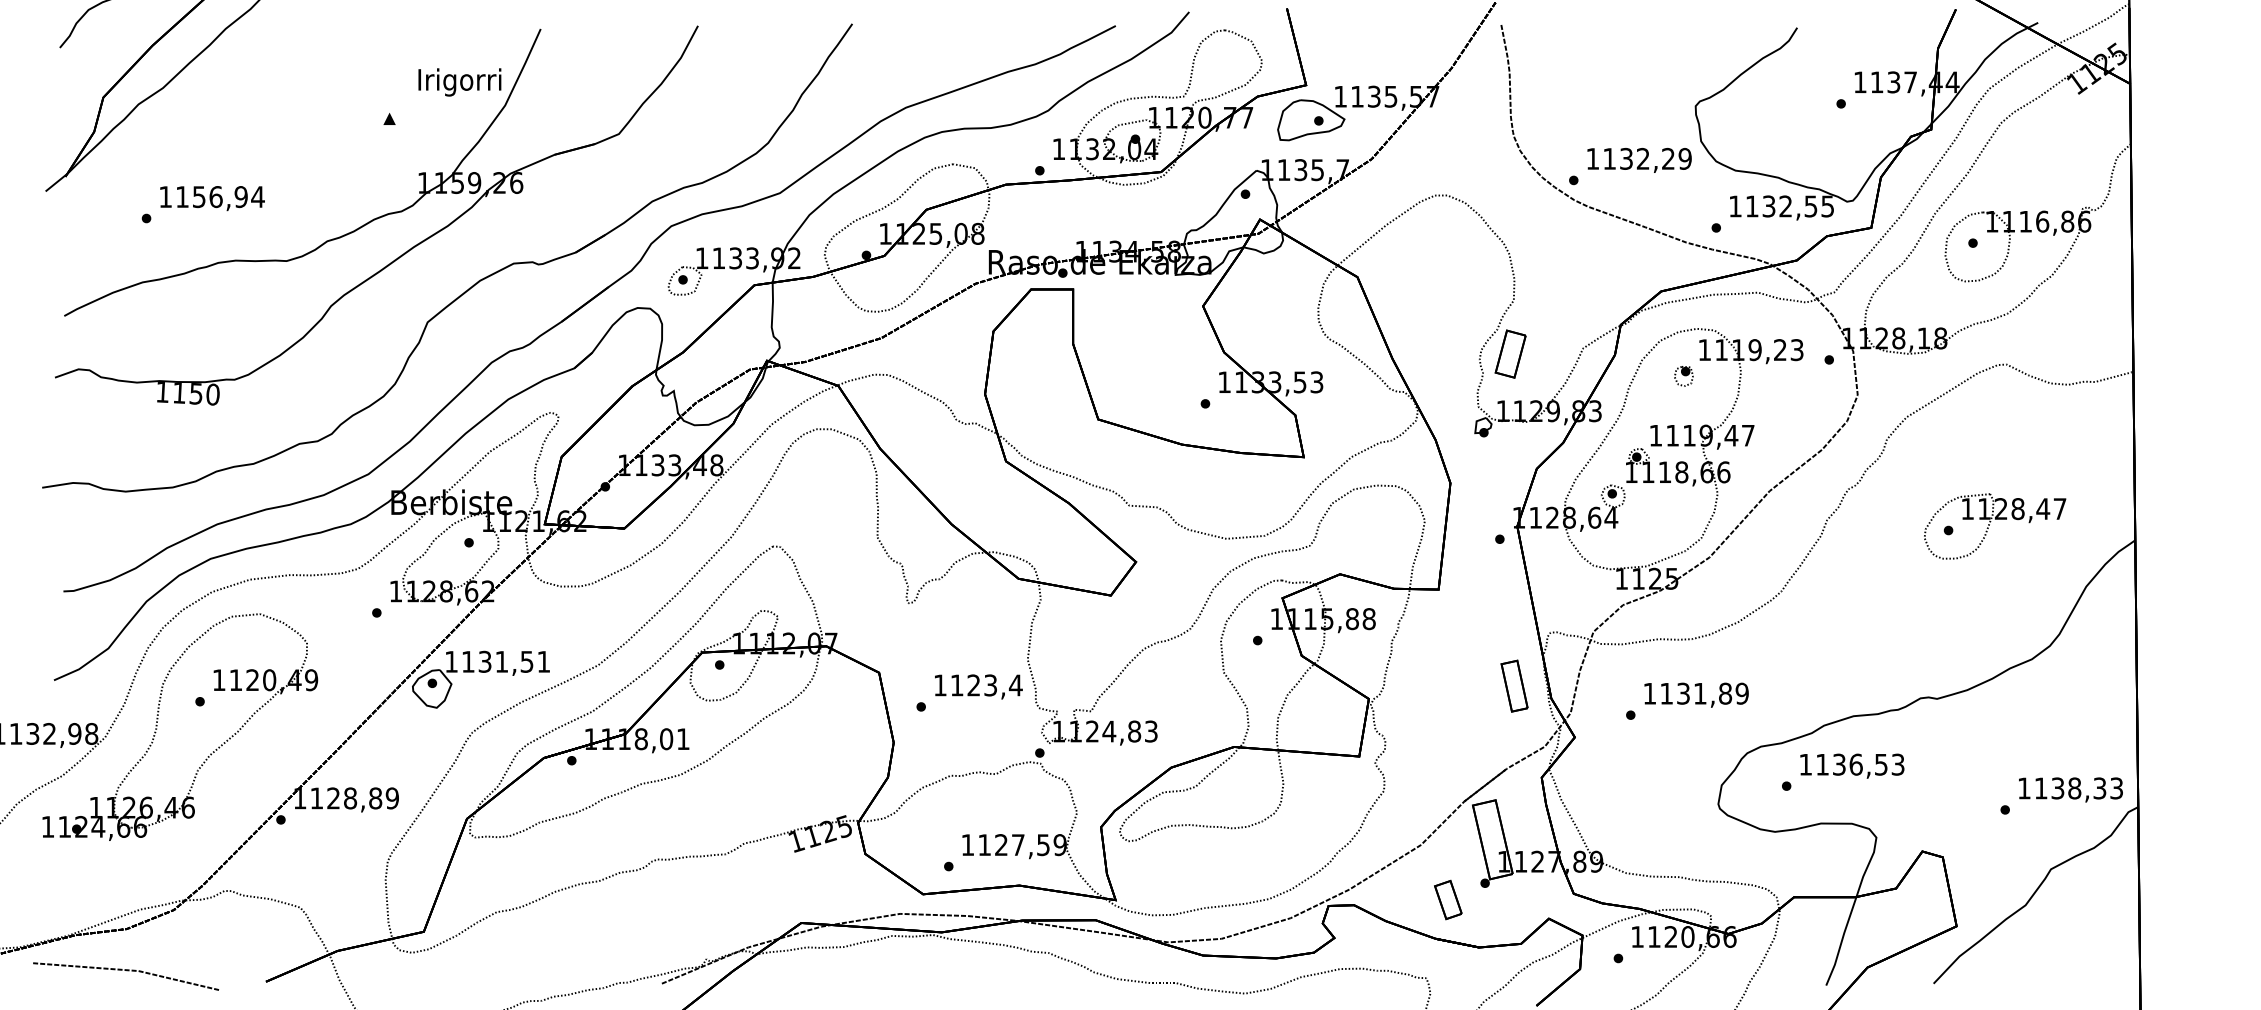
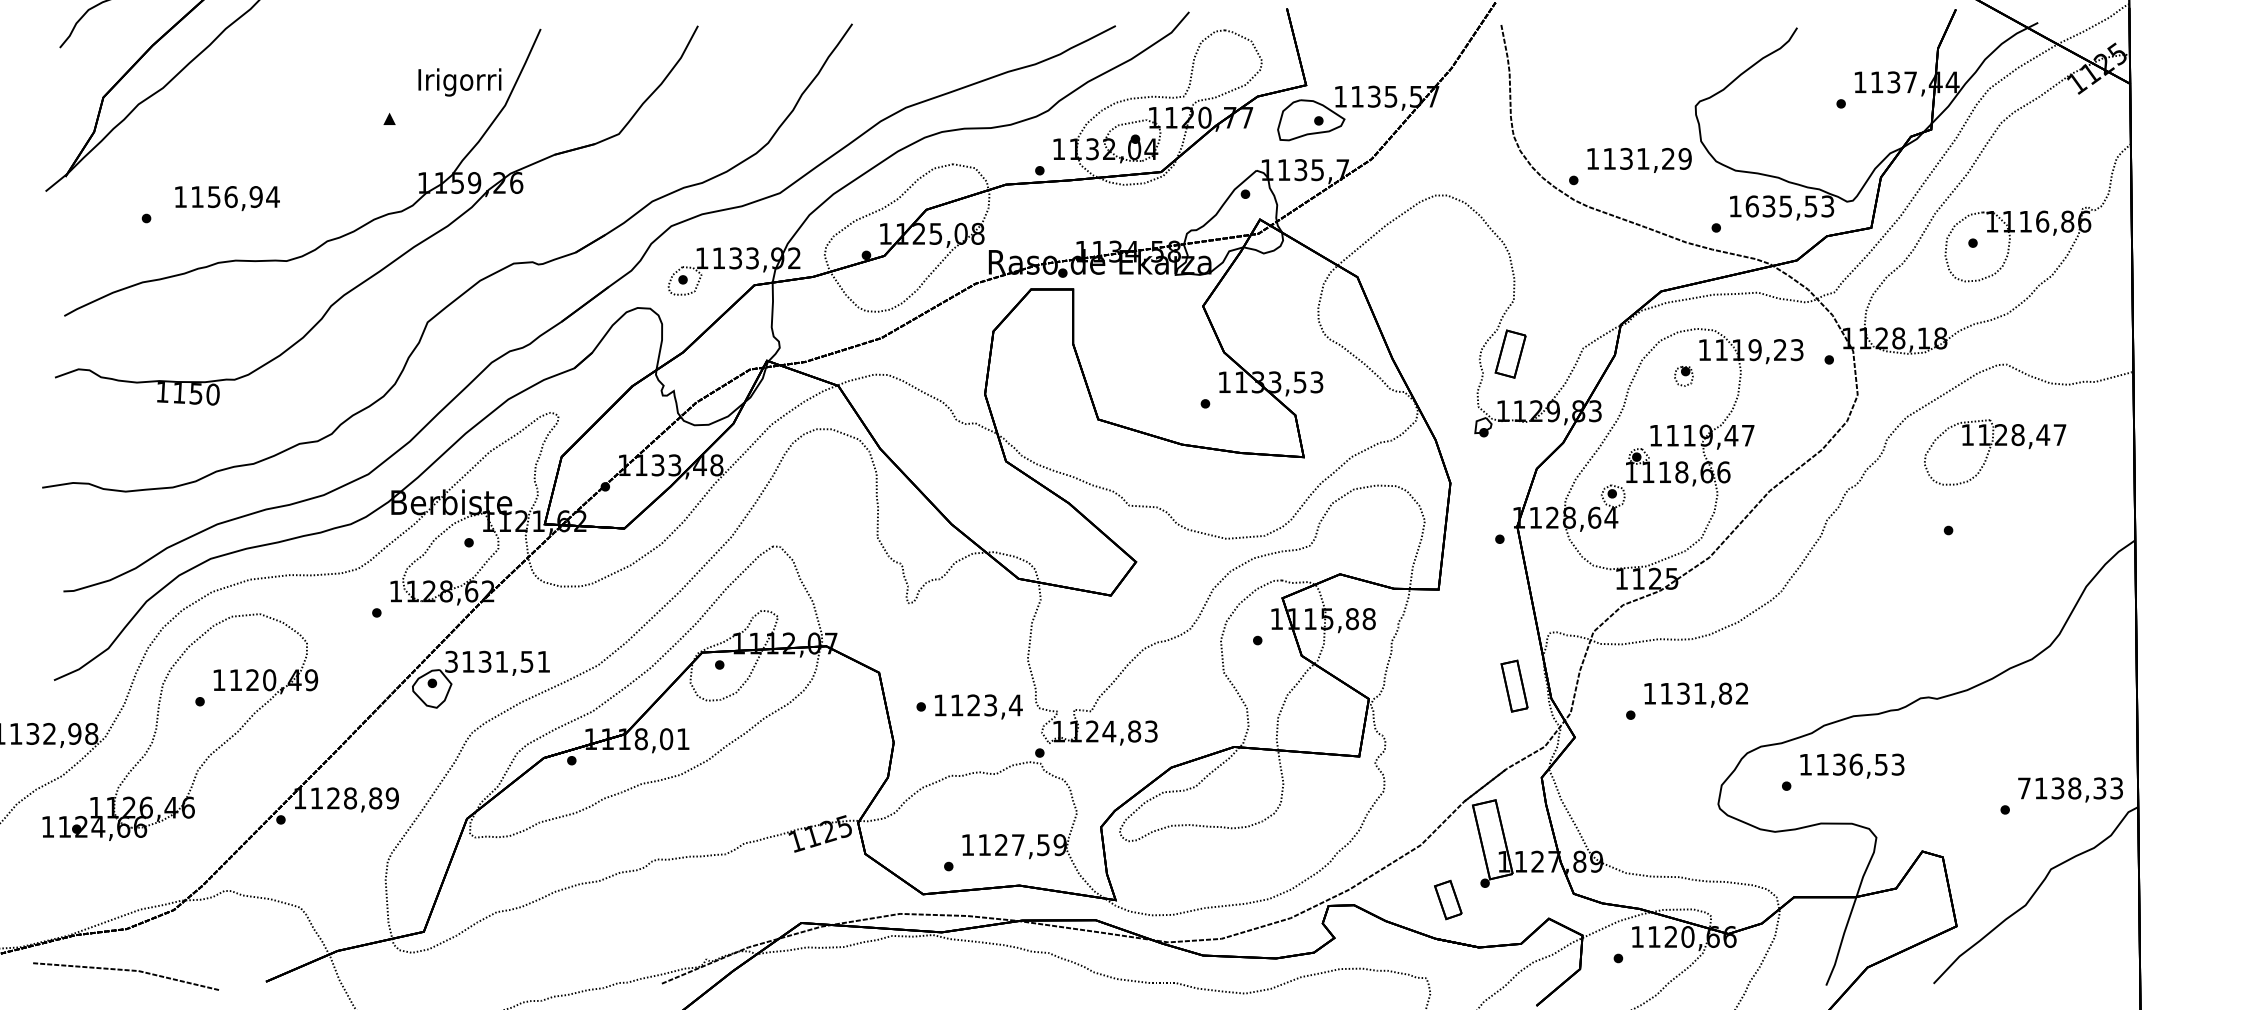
text at (1642, 158): 1132,29 -> 1131,29
text at (212, 198) position: (212, 198) -> (227, 198)
text at (1789, 206): 1132,55 -> 1635,53
part at (1989, 525) position: (1989, 525) -> (1989, 451)
text at (451, 661): 1131,51 -> 3131,51
text at (978, 686) position: (978, 686) -> (978, 706)
text at (1741, 693): 1131,89 -> 1131,82
text at (2024, 788): 1138,33 -> 7138,33
